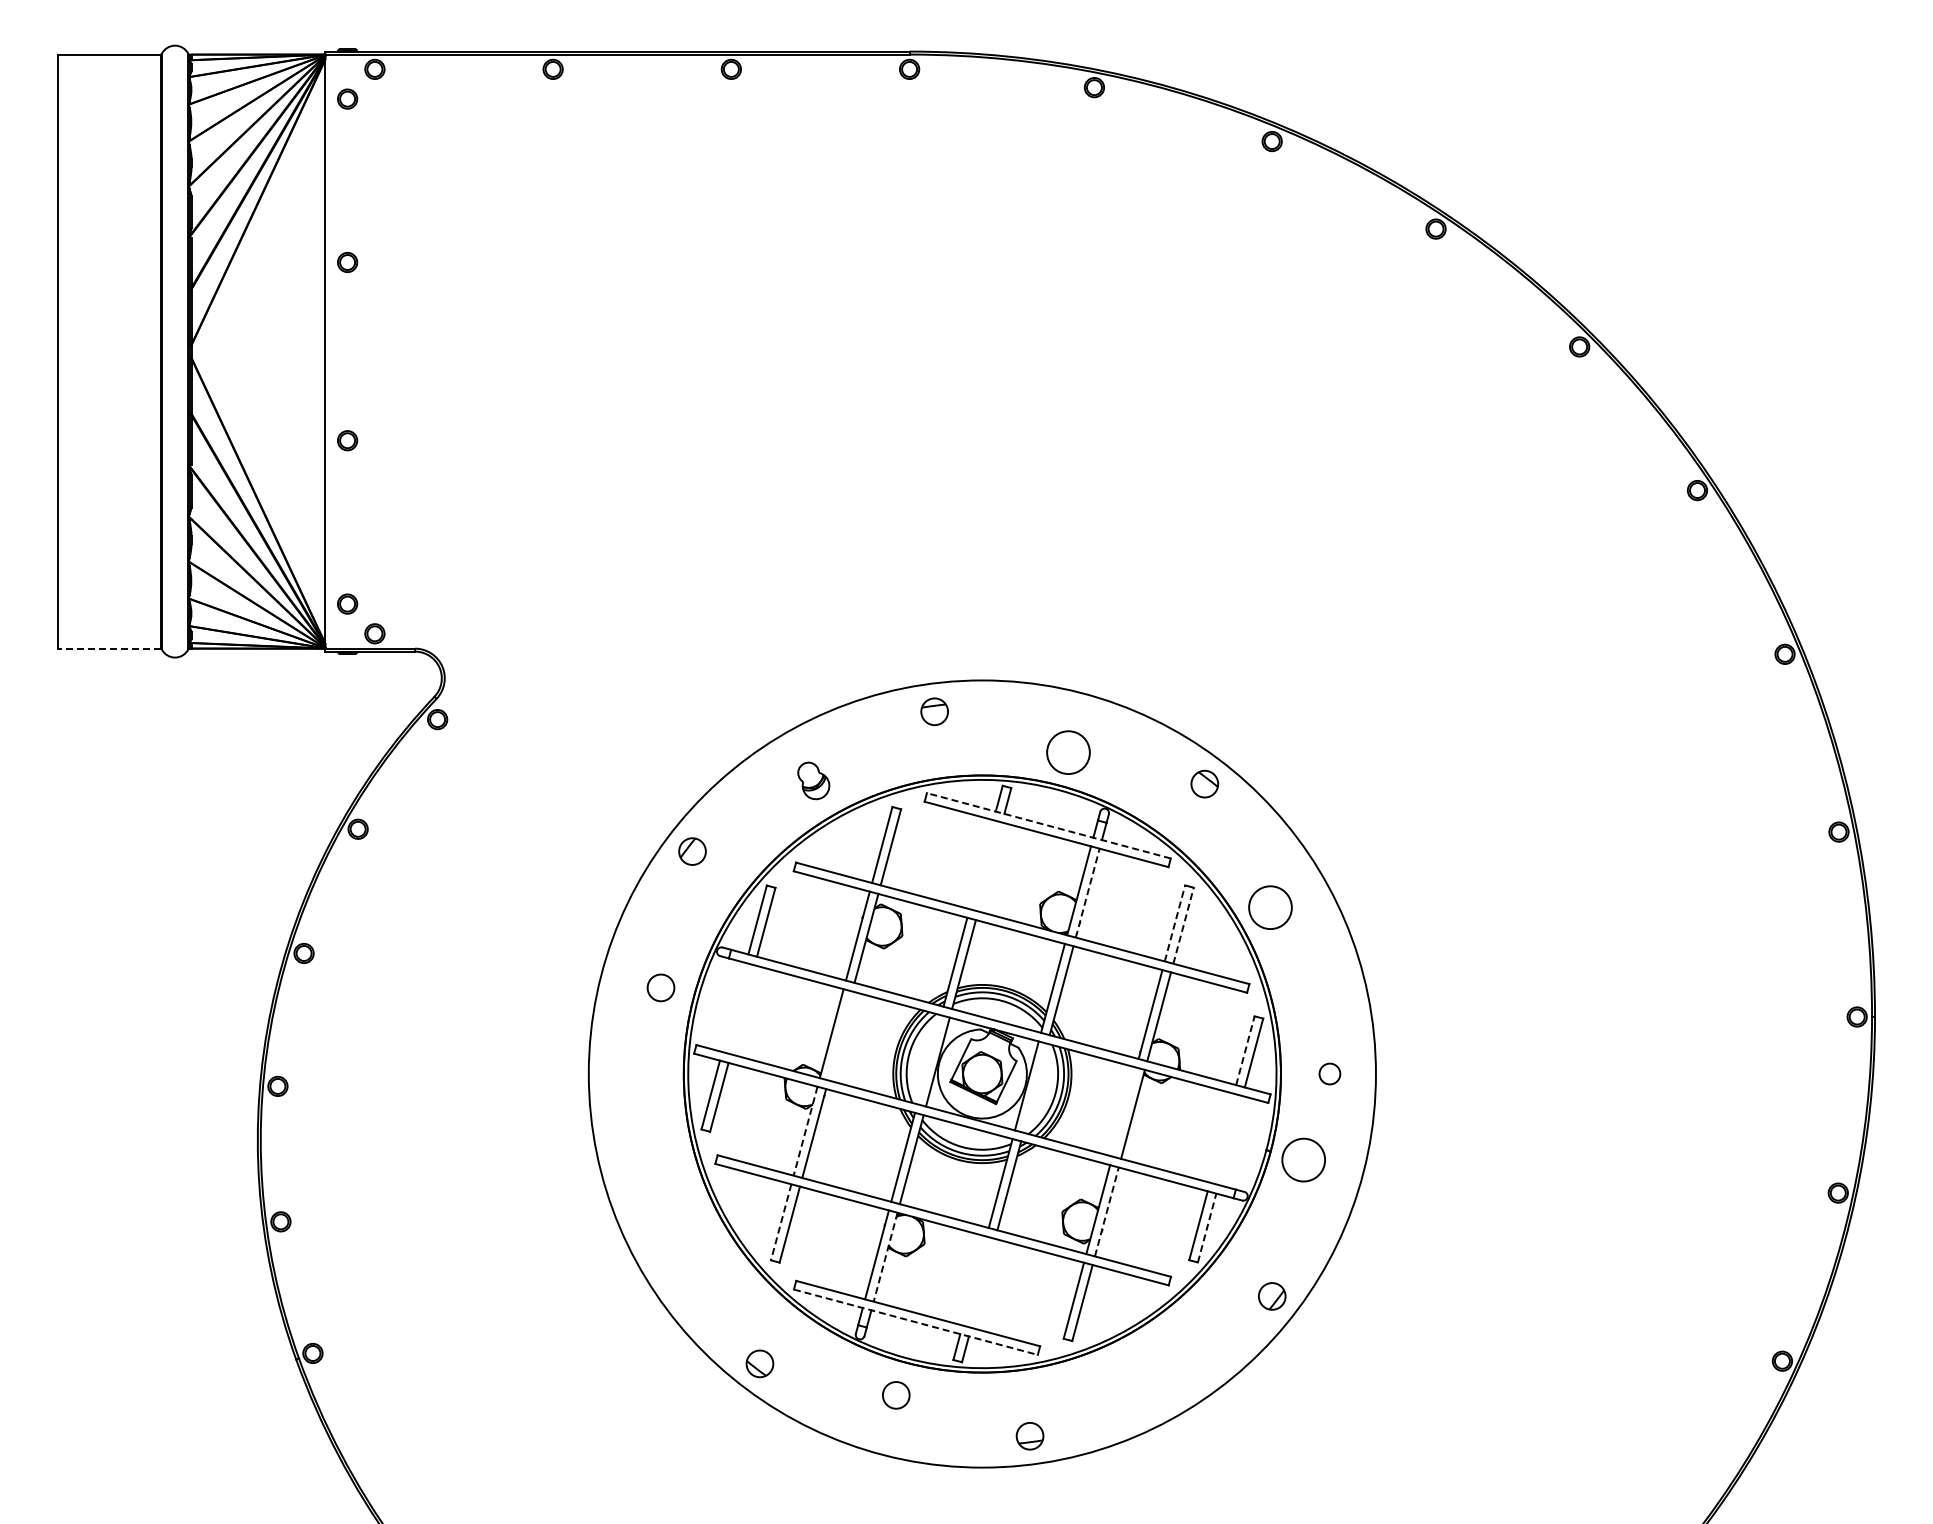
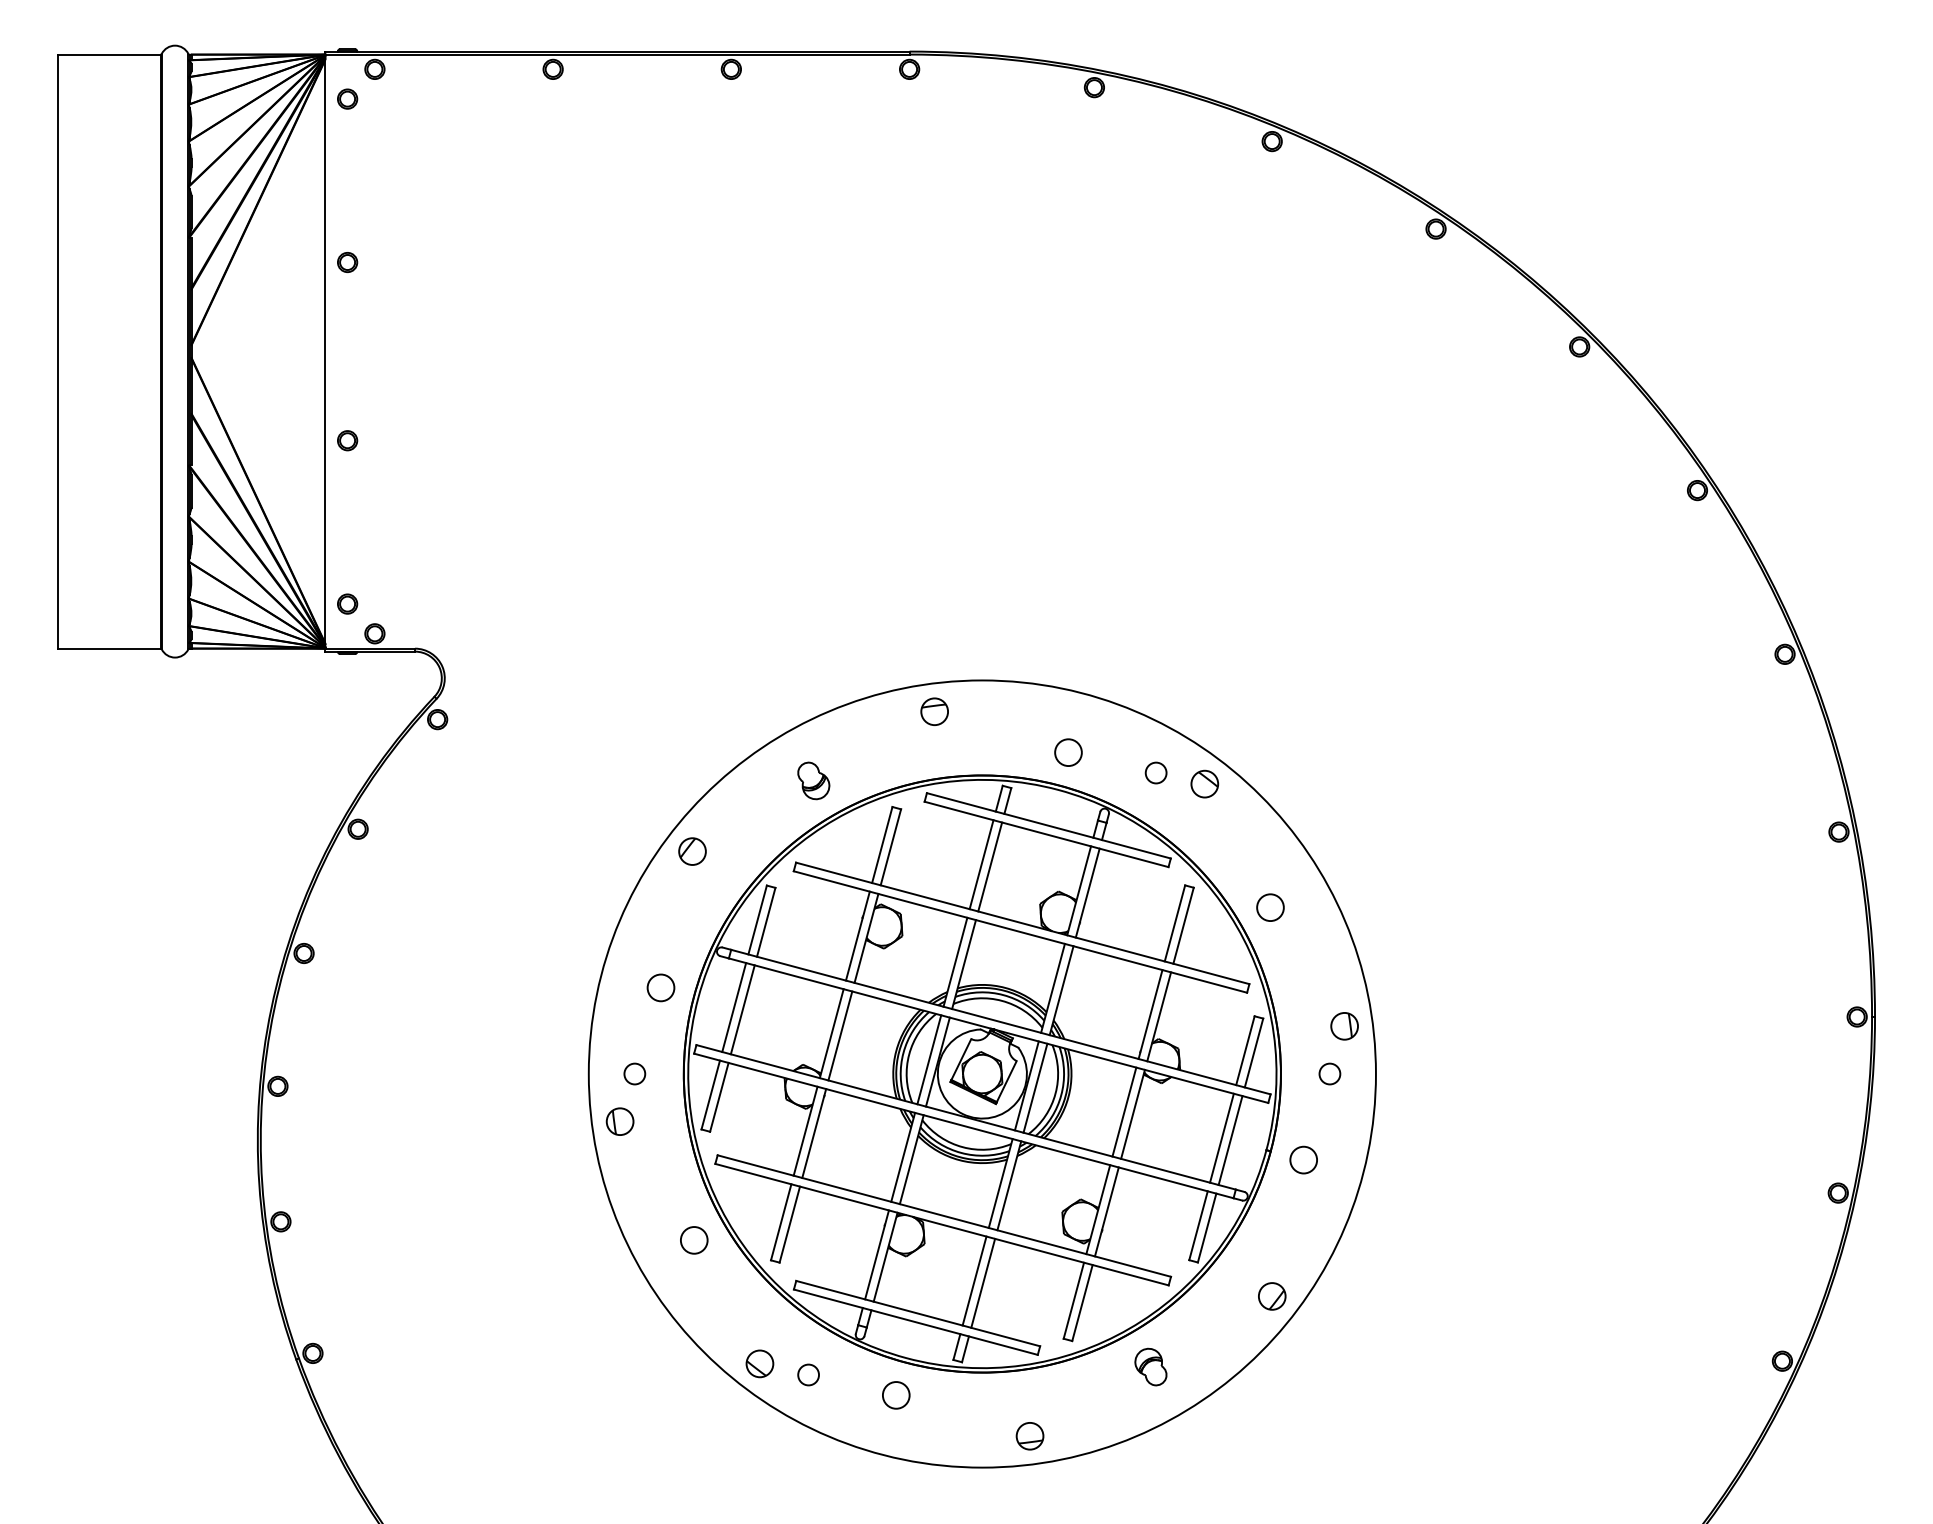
line at (108, 648): dashed -> solid
circle at (1068, 752) diameter: 43 px -> 27 px
circle at (1155, 772): none -> present
line at (1048, 825): dashed -> solid
line at (981, 864): none -> present
line at (990, 866): none -> present
line at (1087, 892): dashed -> solid
circle at (1270, 907) diameter: 43 px -> 27 px
line at (1175, 922): dashed -> solid
line at (1183, 925): dashed -> solid
line at (734, 1007): none -> present
line at (742, 1009): none -> present
part at (1344, 1026): none -> present
line at (840, 1035): none -> present
line at (1245, 1050): dashed -> solid
line at (929, 1059): none -> present
circle at (634, 1073): none -> present
line at (1035, 1087): none -> present
line at (1124, 1111): none -> present
part at (619, 1121): none -> present
line at (805, 1131): dashed -> solid
line at (1221, 1137): none -> present
line at (1230, 1140): none -> present
circle at (1303, 1159) diameter: 43 px -> 27 px
line at (1107, 1211): dashed -> solid
line at (781, 1222): dashed -> solid
line at (1207, 1228): dashed -> solid
circle at (694, 1240): none -> present
line at (885, 1257): dashed -> solid
line at (974, 1280): none -> present
line at (983, 1282): none -> present
line at (916, 1322): dashed -> solid
part at (1150, 1366): none -> present
circle at (808, 1374): none -> present
